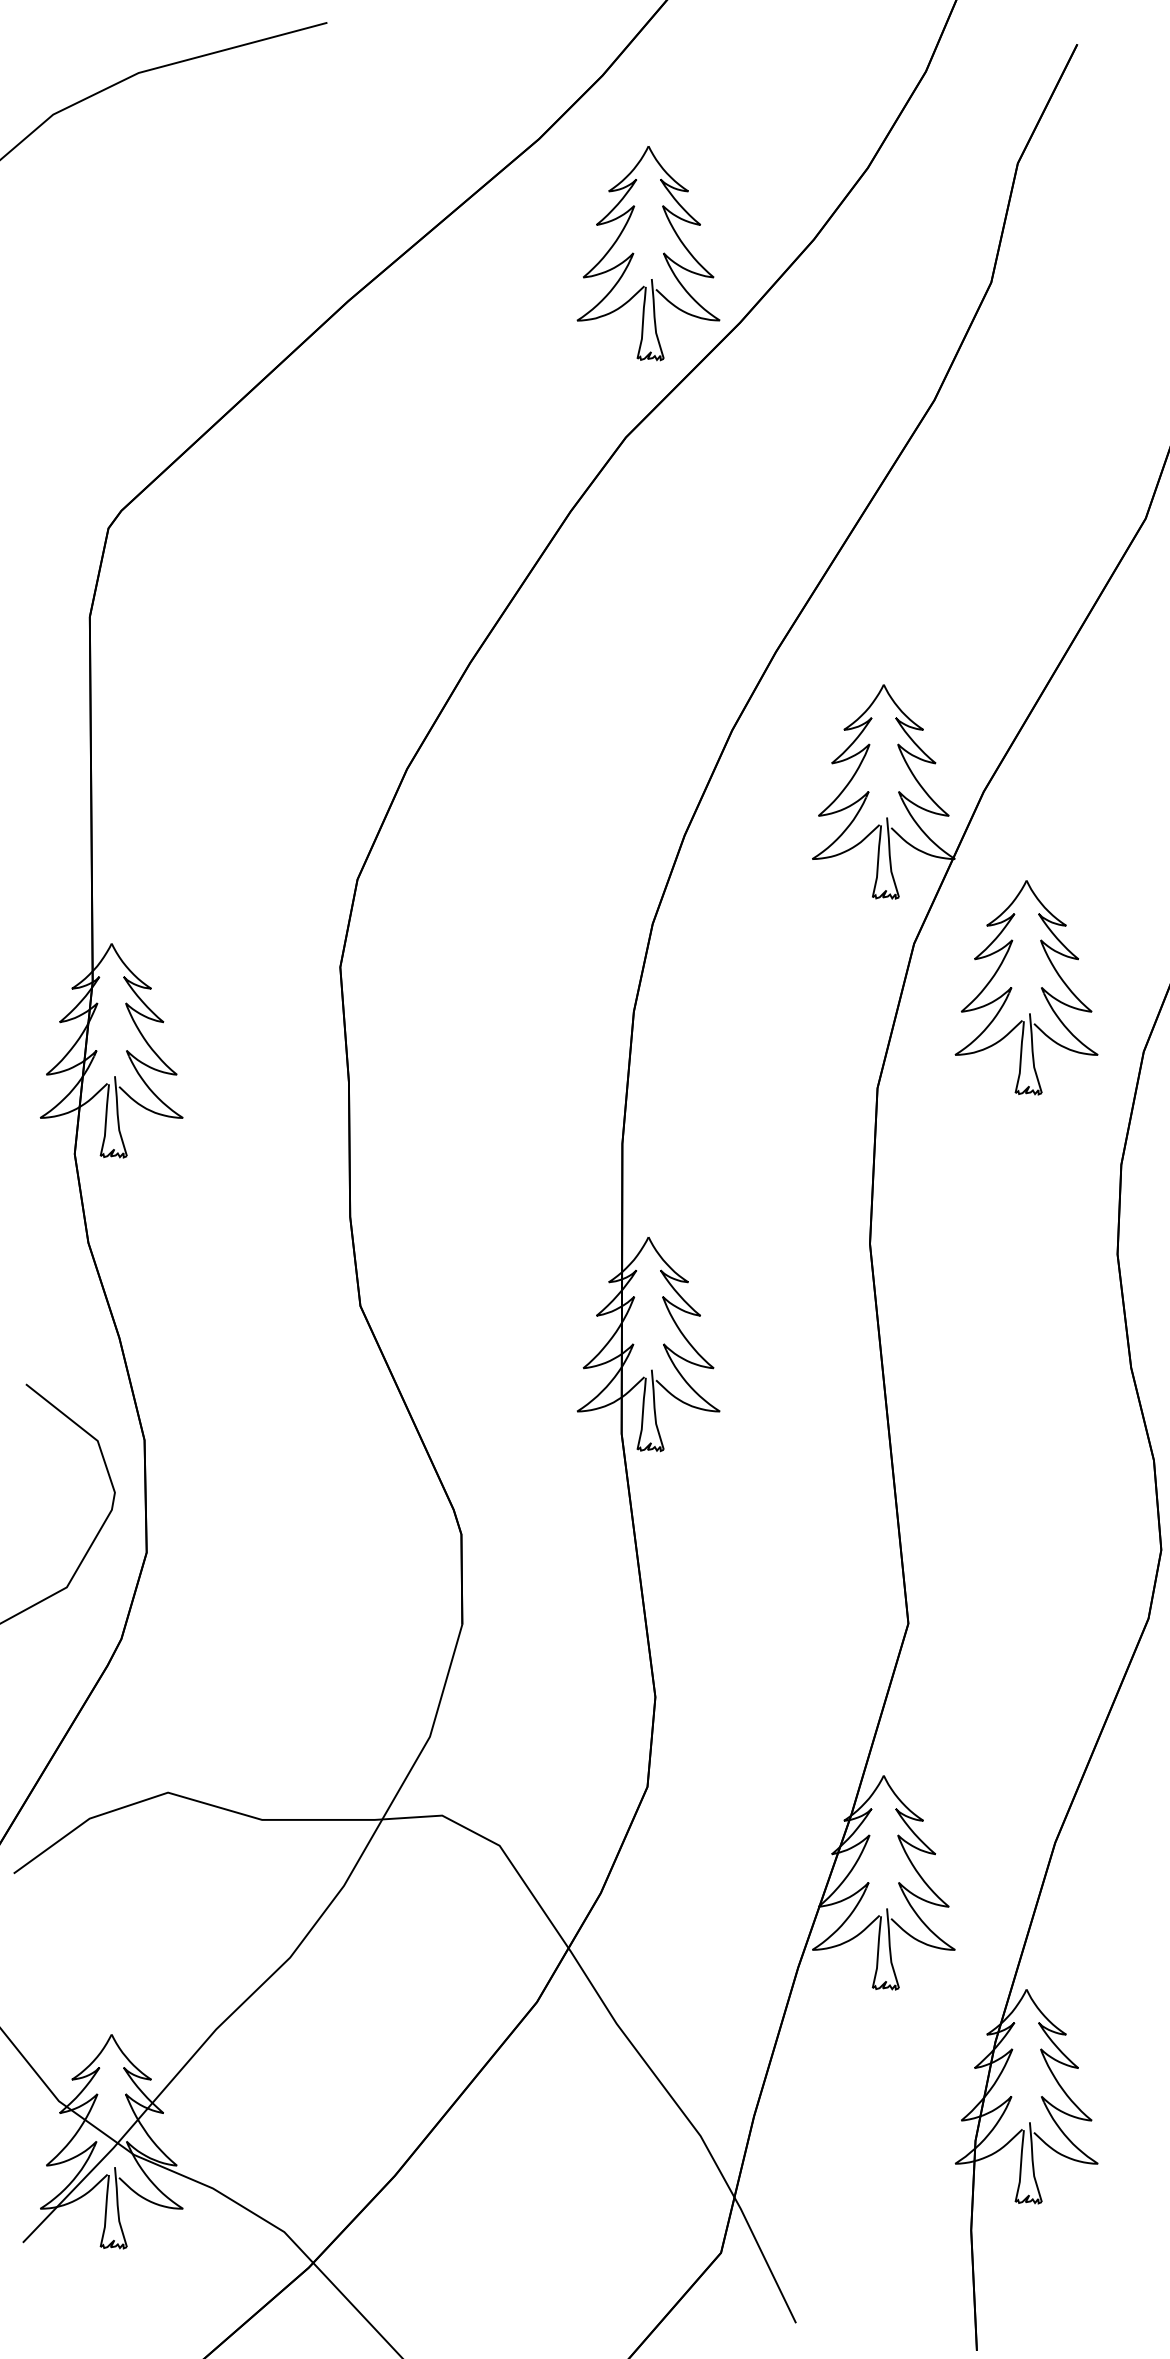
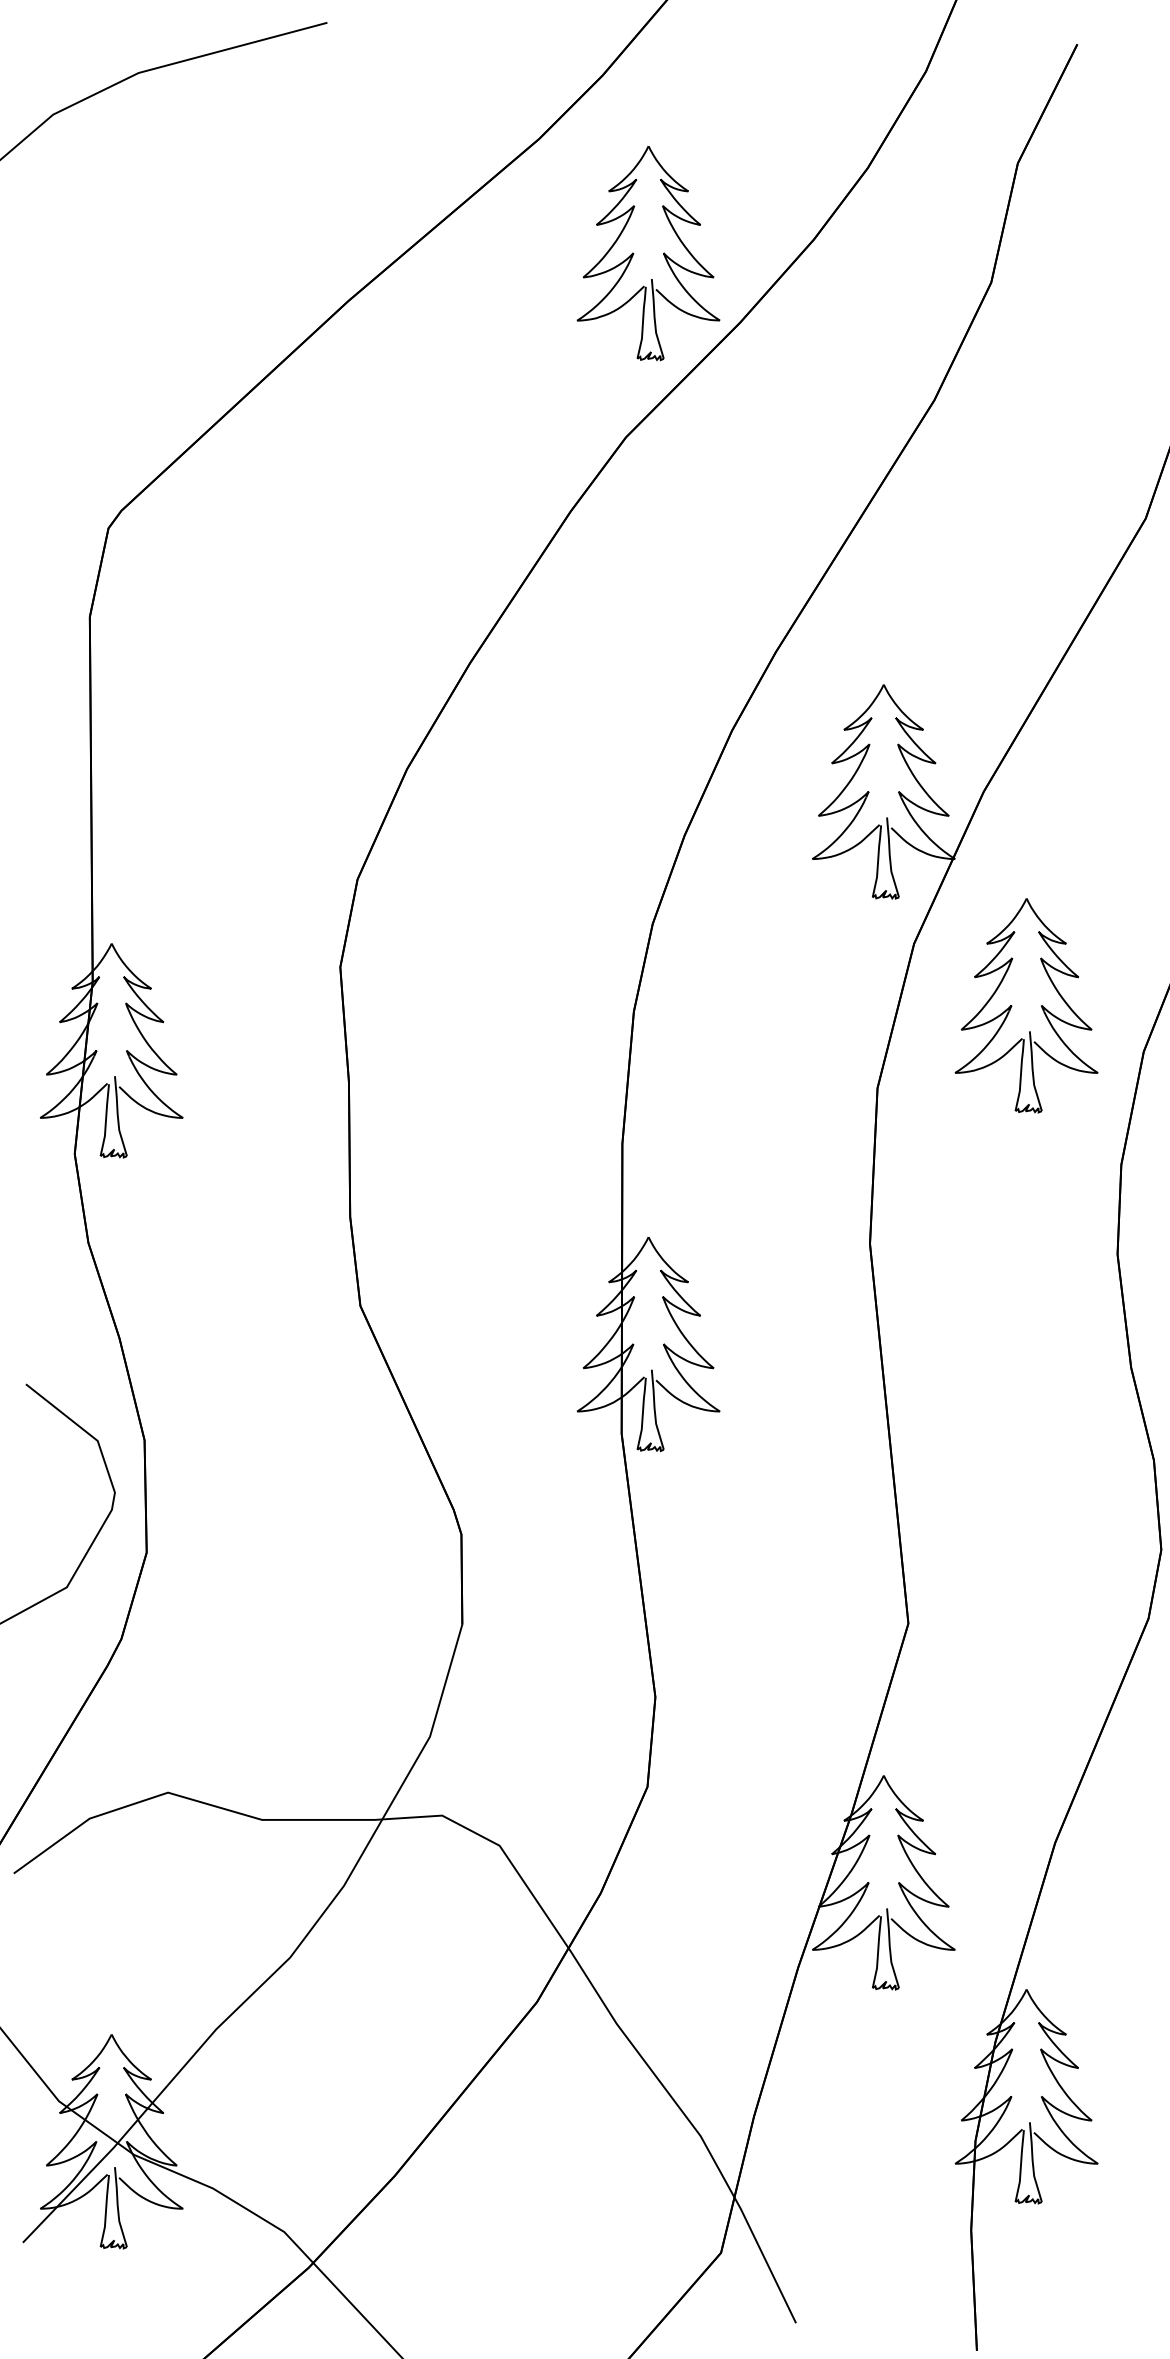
part at (1012, 987) position: (1012, 987) -> (1012, 1005)
